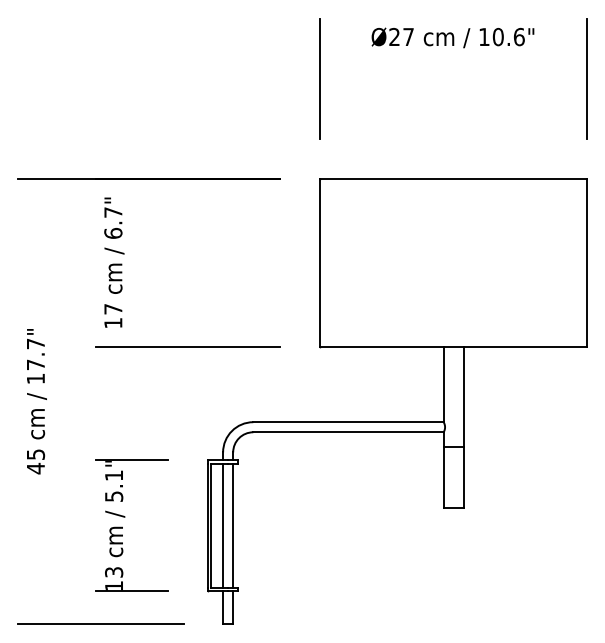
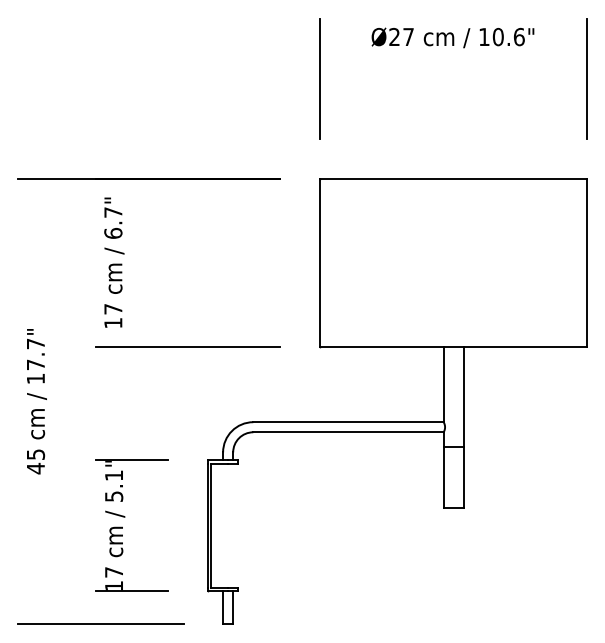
line at (223, 525): present -> none
line at (233, 525): present -> none
text at (114, 572): 13 -> 17
